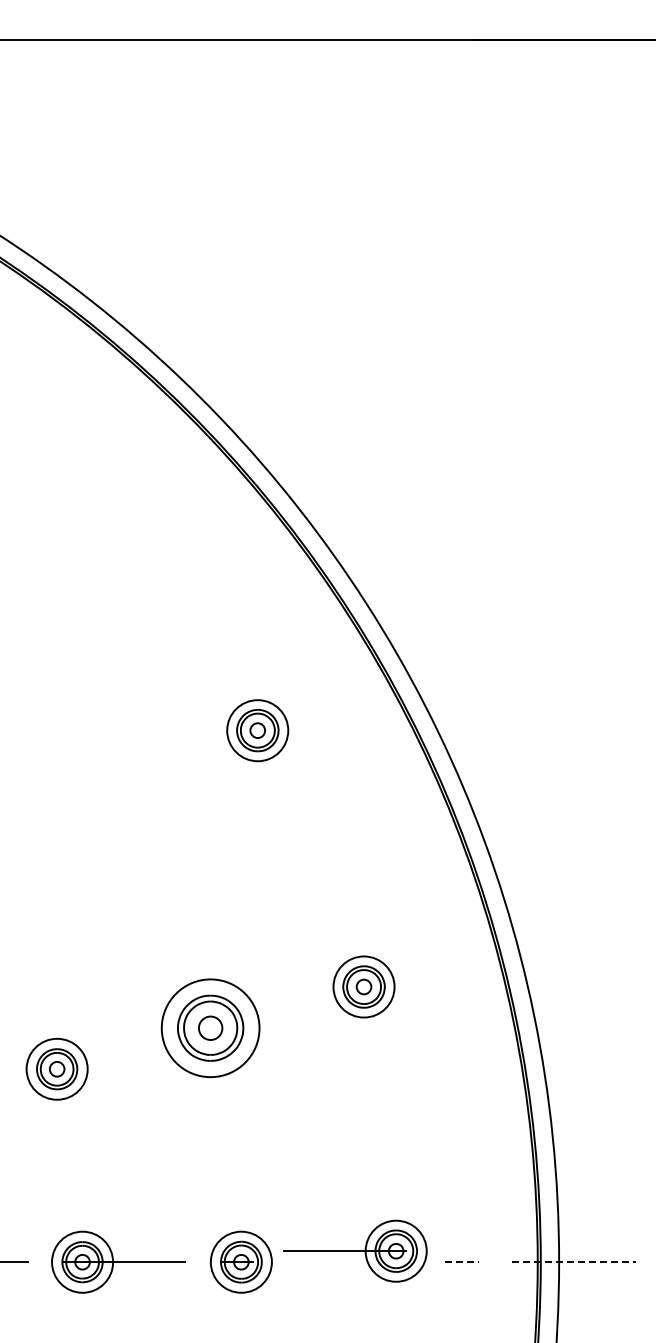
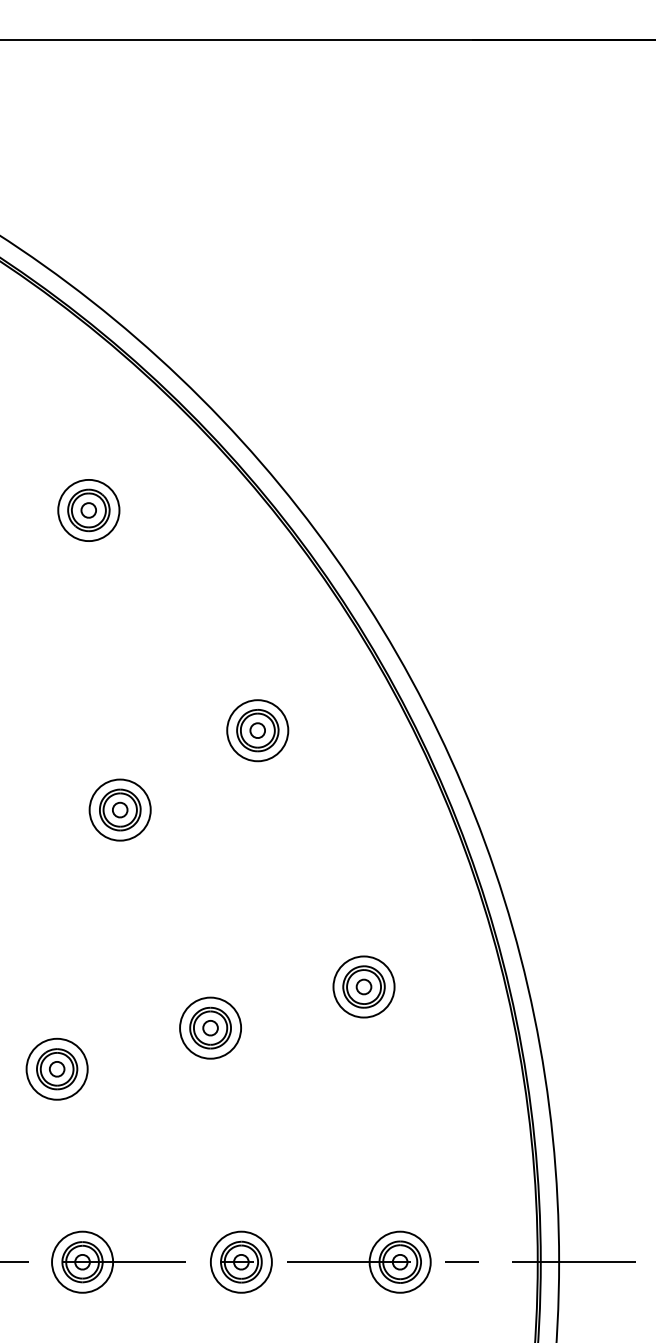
part at (88, 510): none -> present
part at (119, 809): none -> present
part at (210, 1027) size: 101x100 px -> 63x64 px
part at (355, 1250) position: (355, 1250) -> (359, 1261)
line at (461, 1262): dashed -> solid
line at (574, 1262): dashed -> solid
